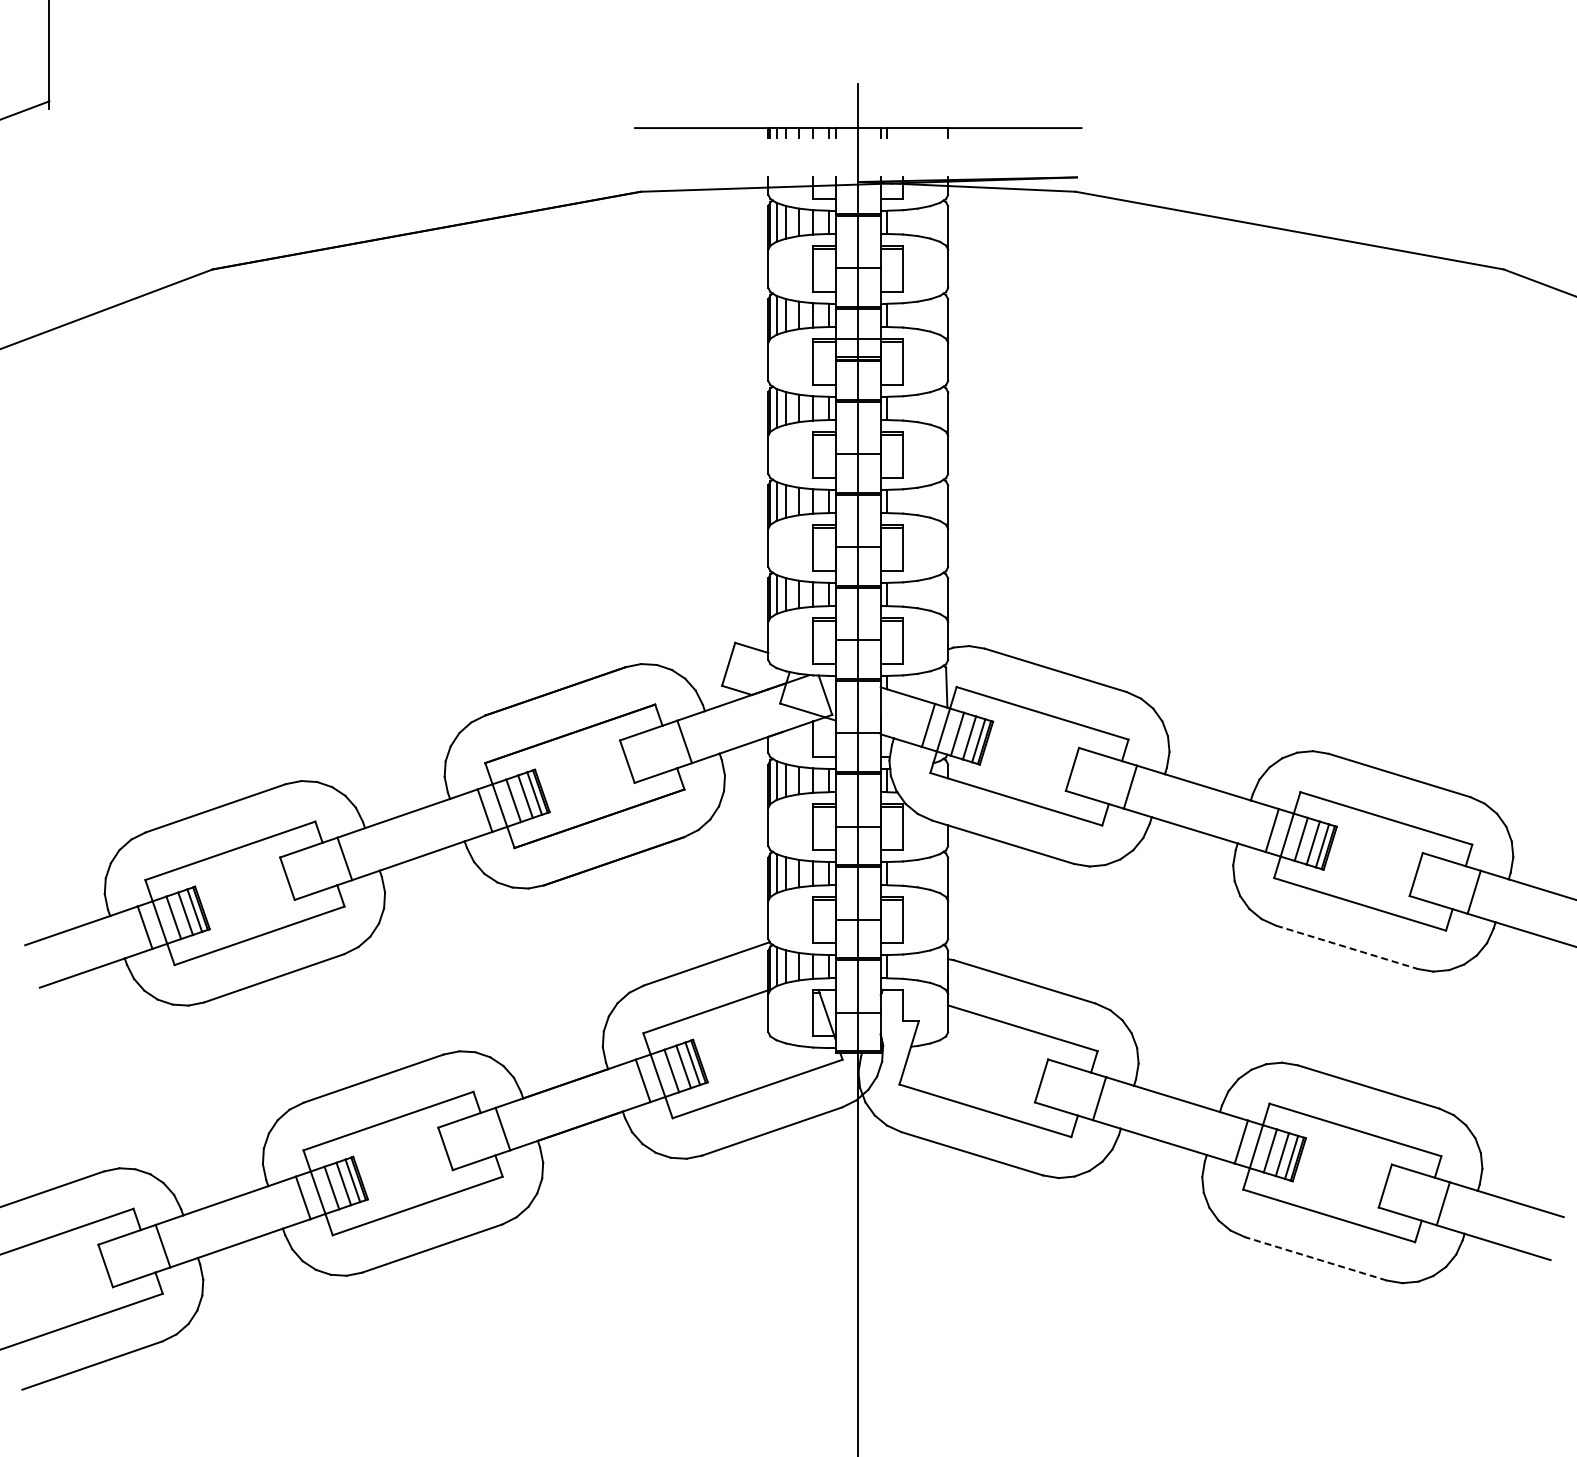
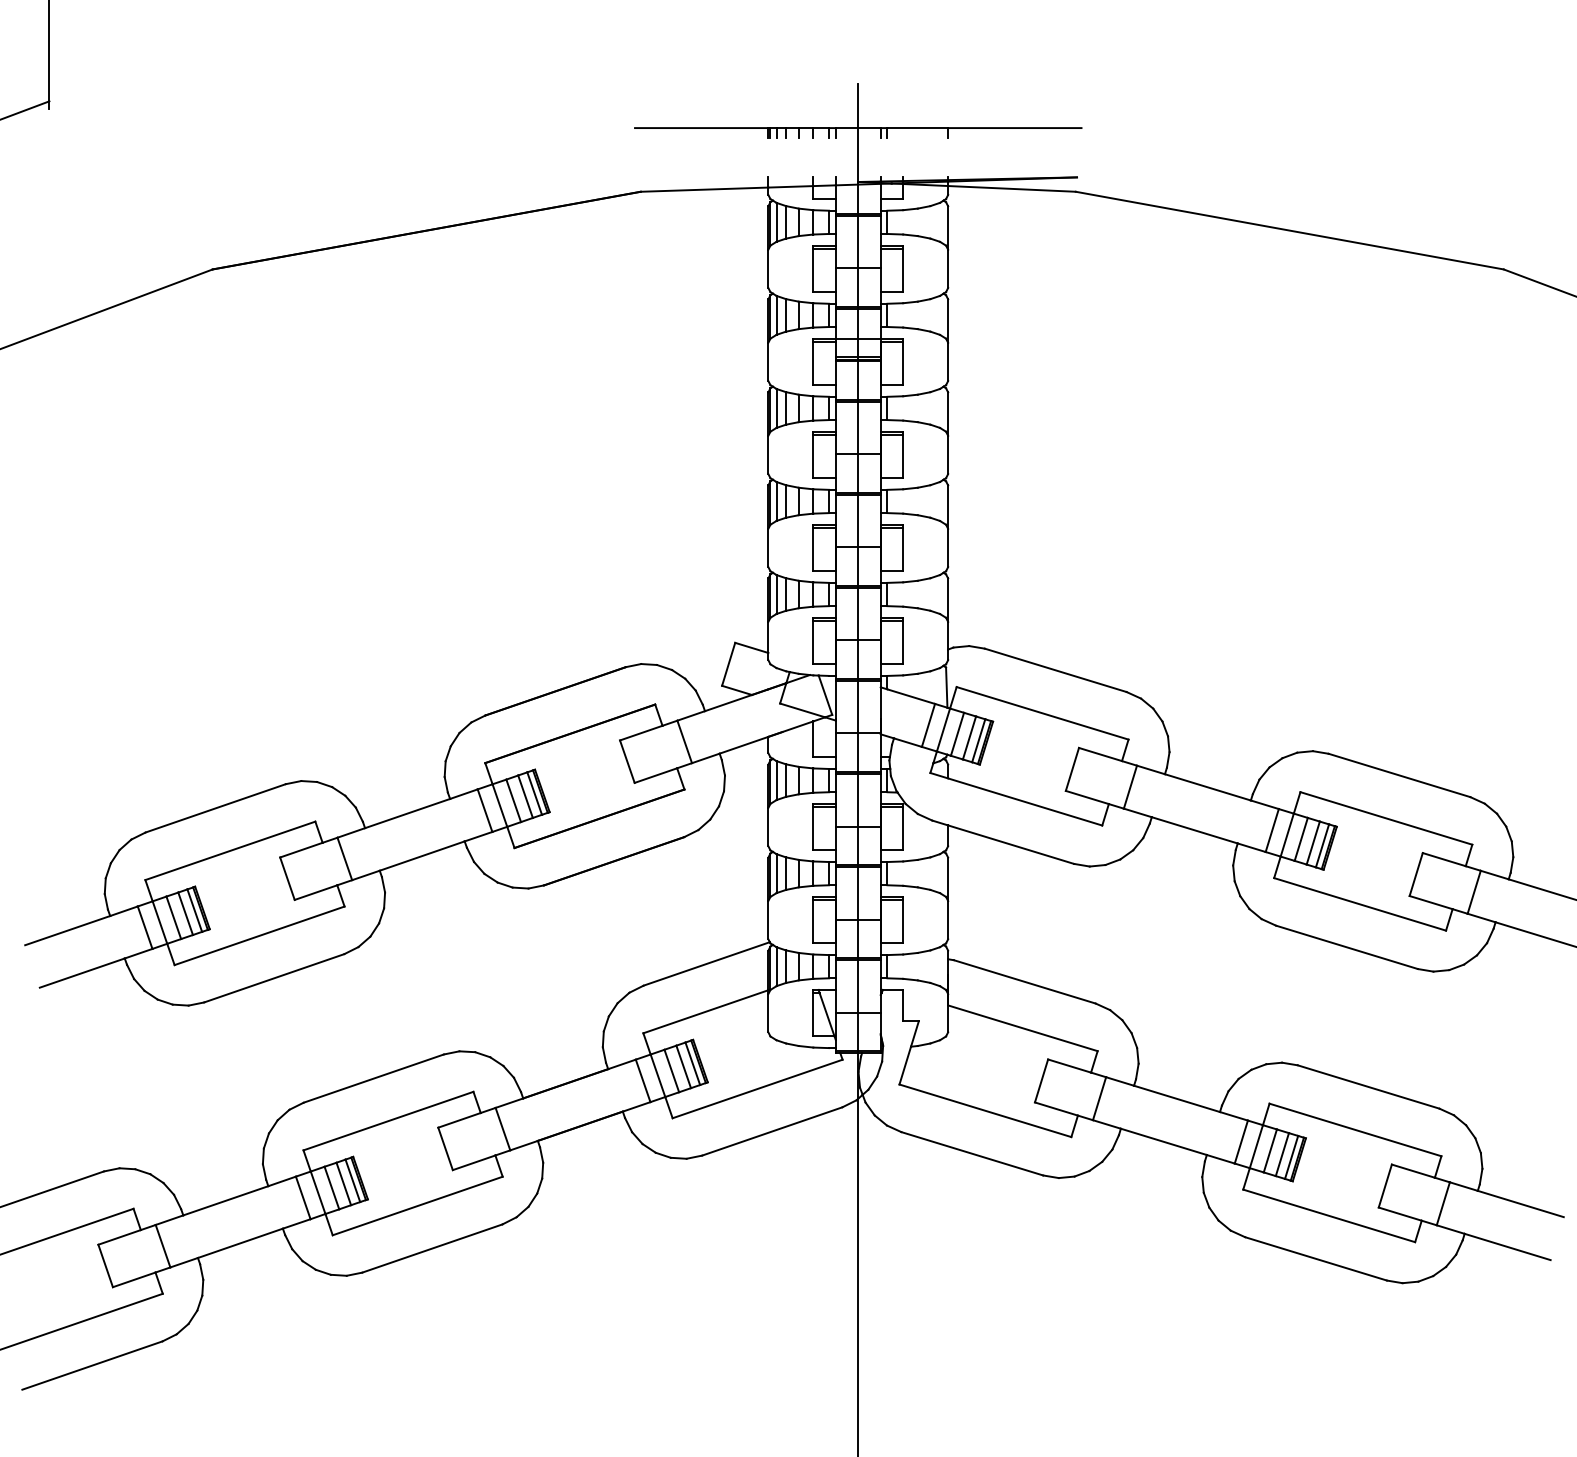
line at (1347, 947): dashed -> solid
line at (1315, 1258): dashed -> solid
